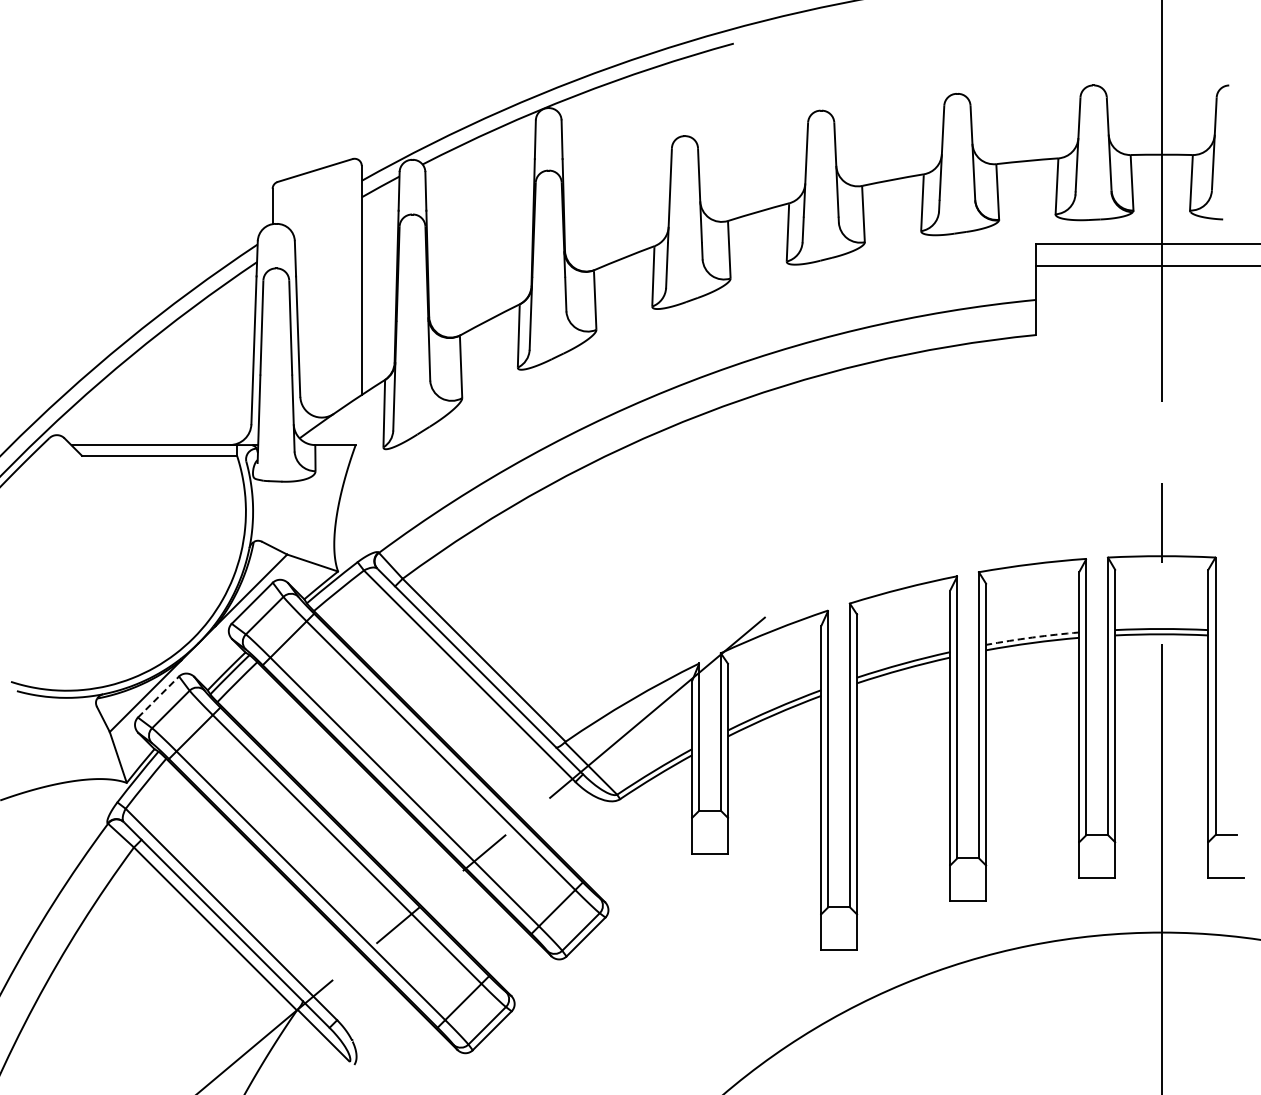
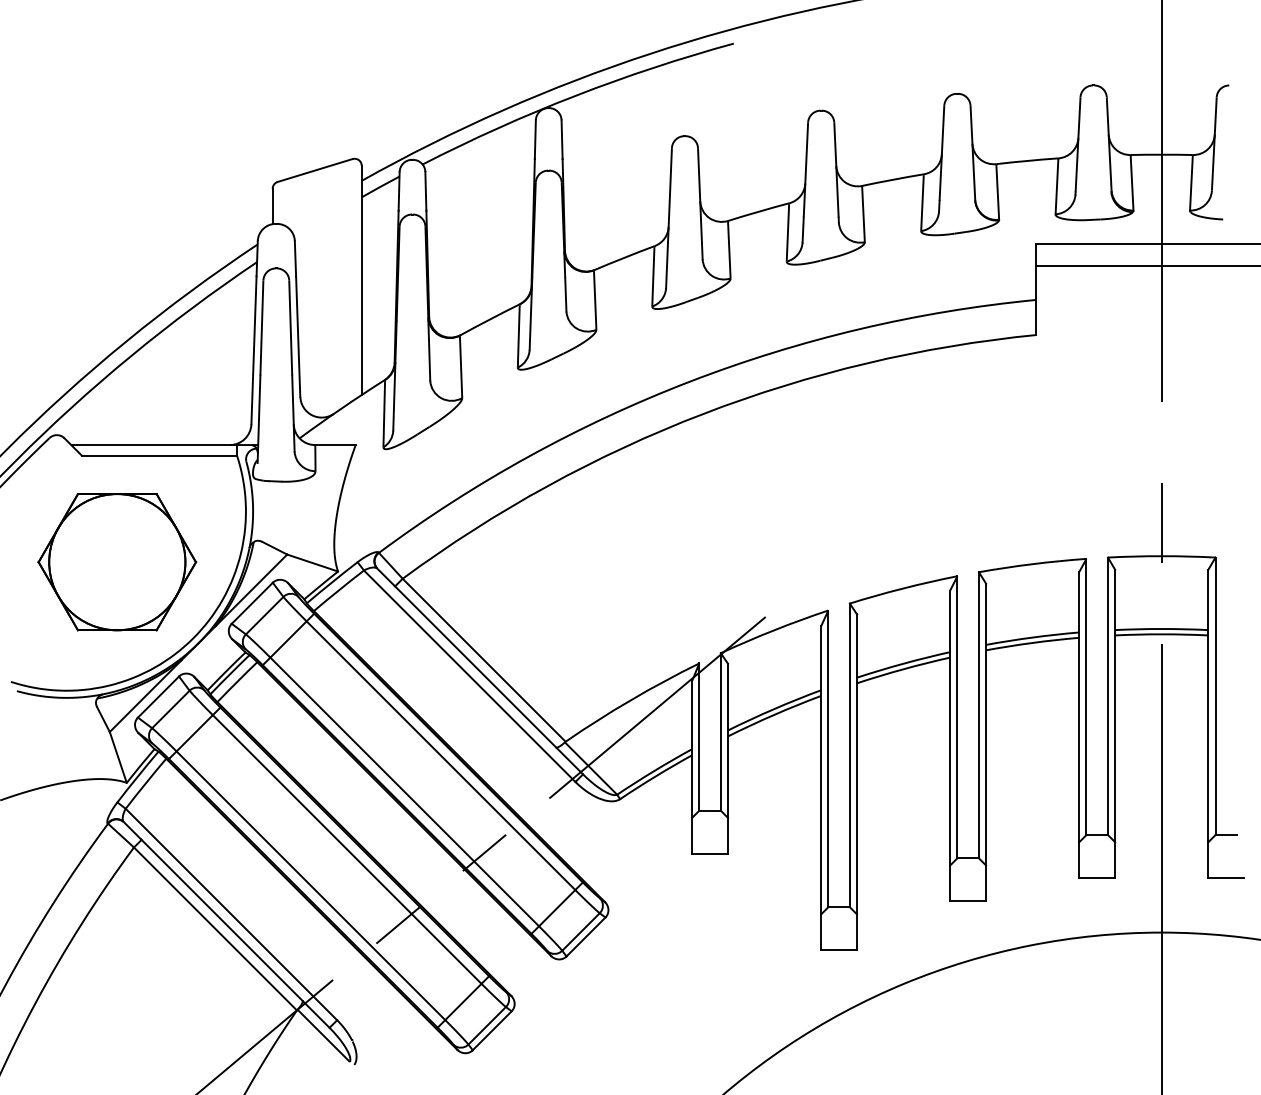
part at (117, 562): none -> present
arc at (1032, 637): dashed -> solid
line at (158, 696): dashed -> solid
